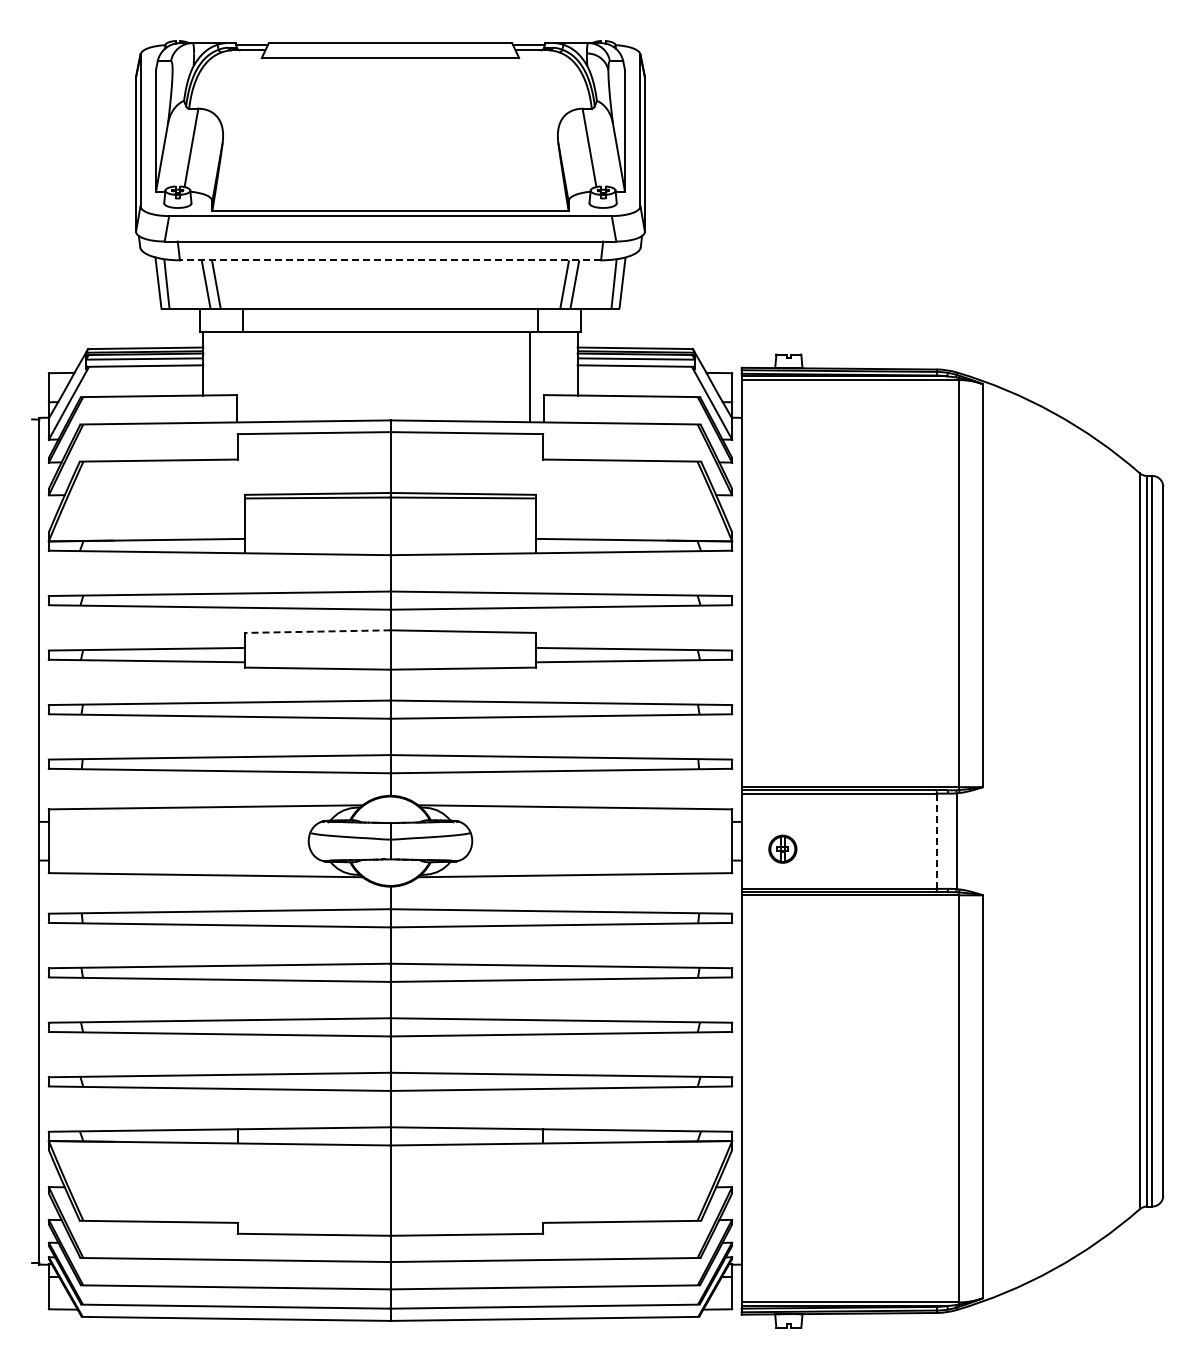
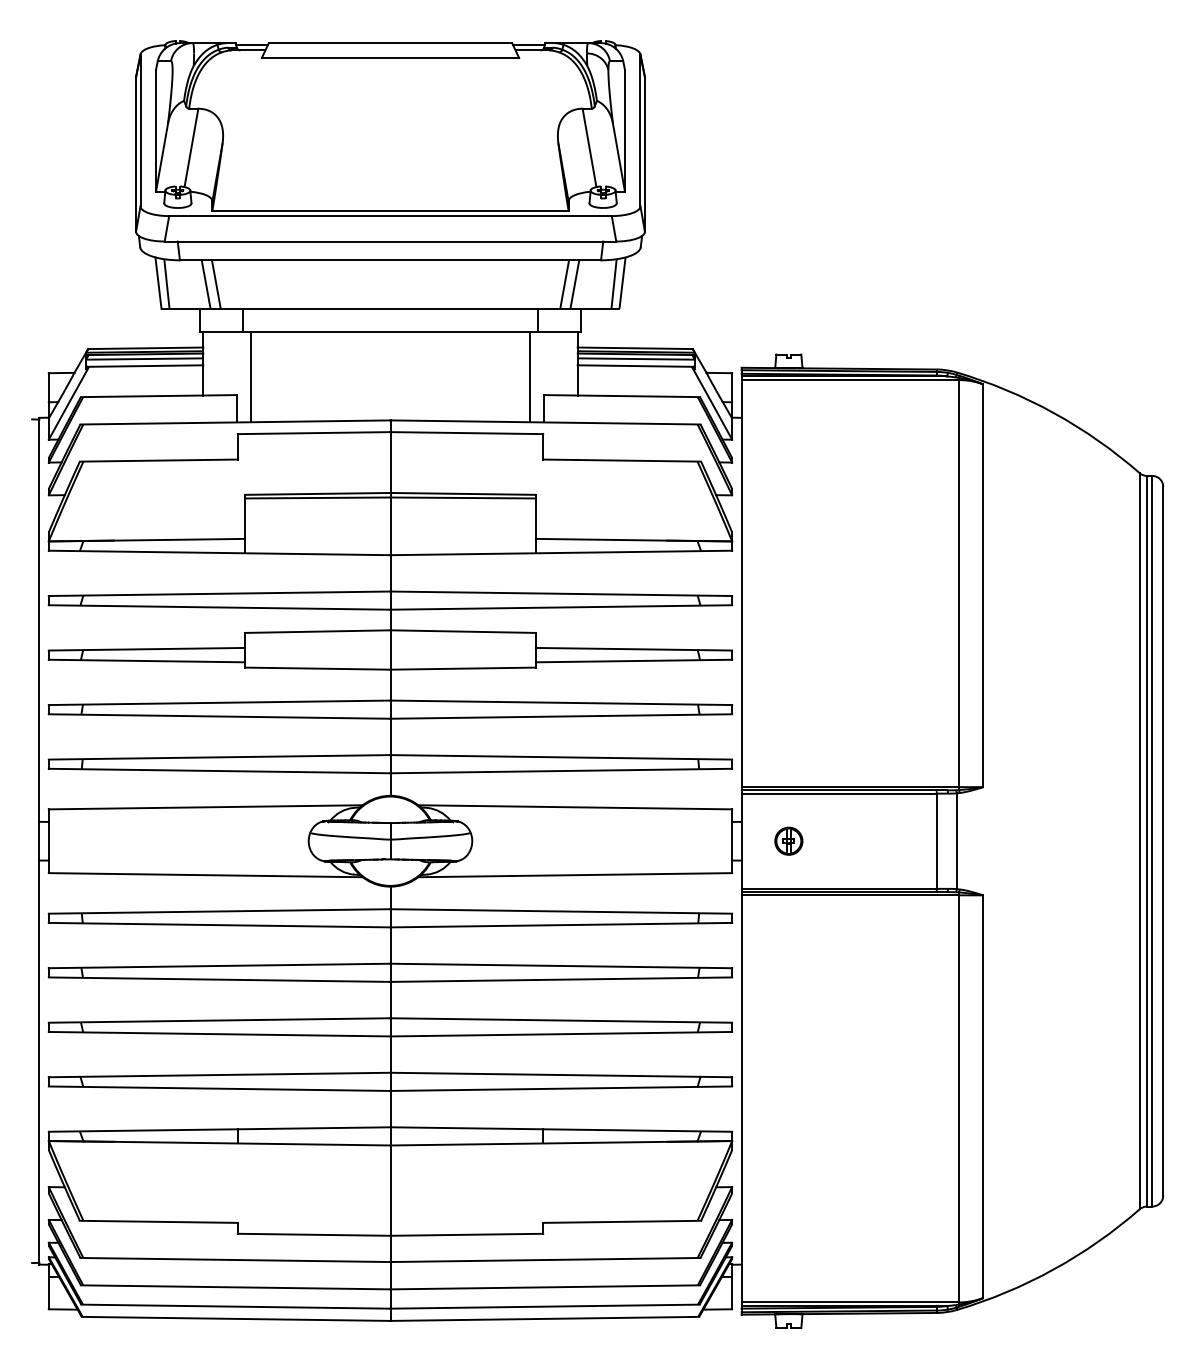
line at (390, 260): dashed -> solid
line at (250, 377): none -> present
line at (317, 631): dashed -> solid
line at (936, 841): dashed -> solid
part at (782, 848) position: (782, 848) -> (788, 840)
